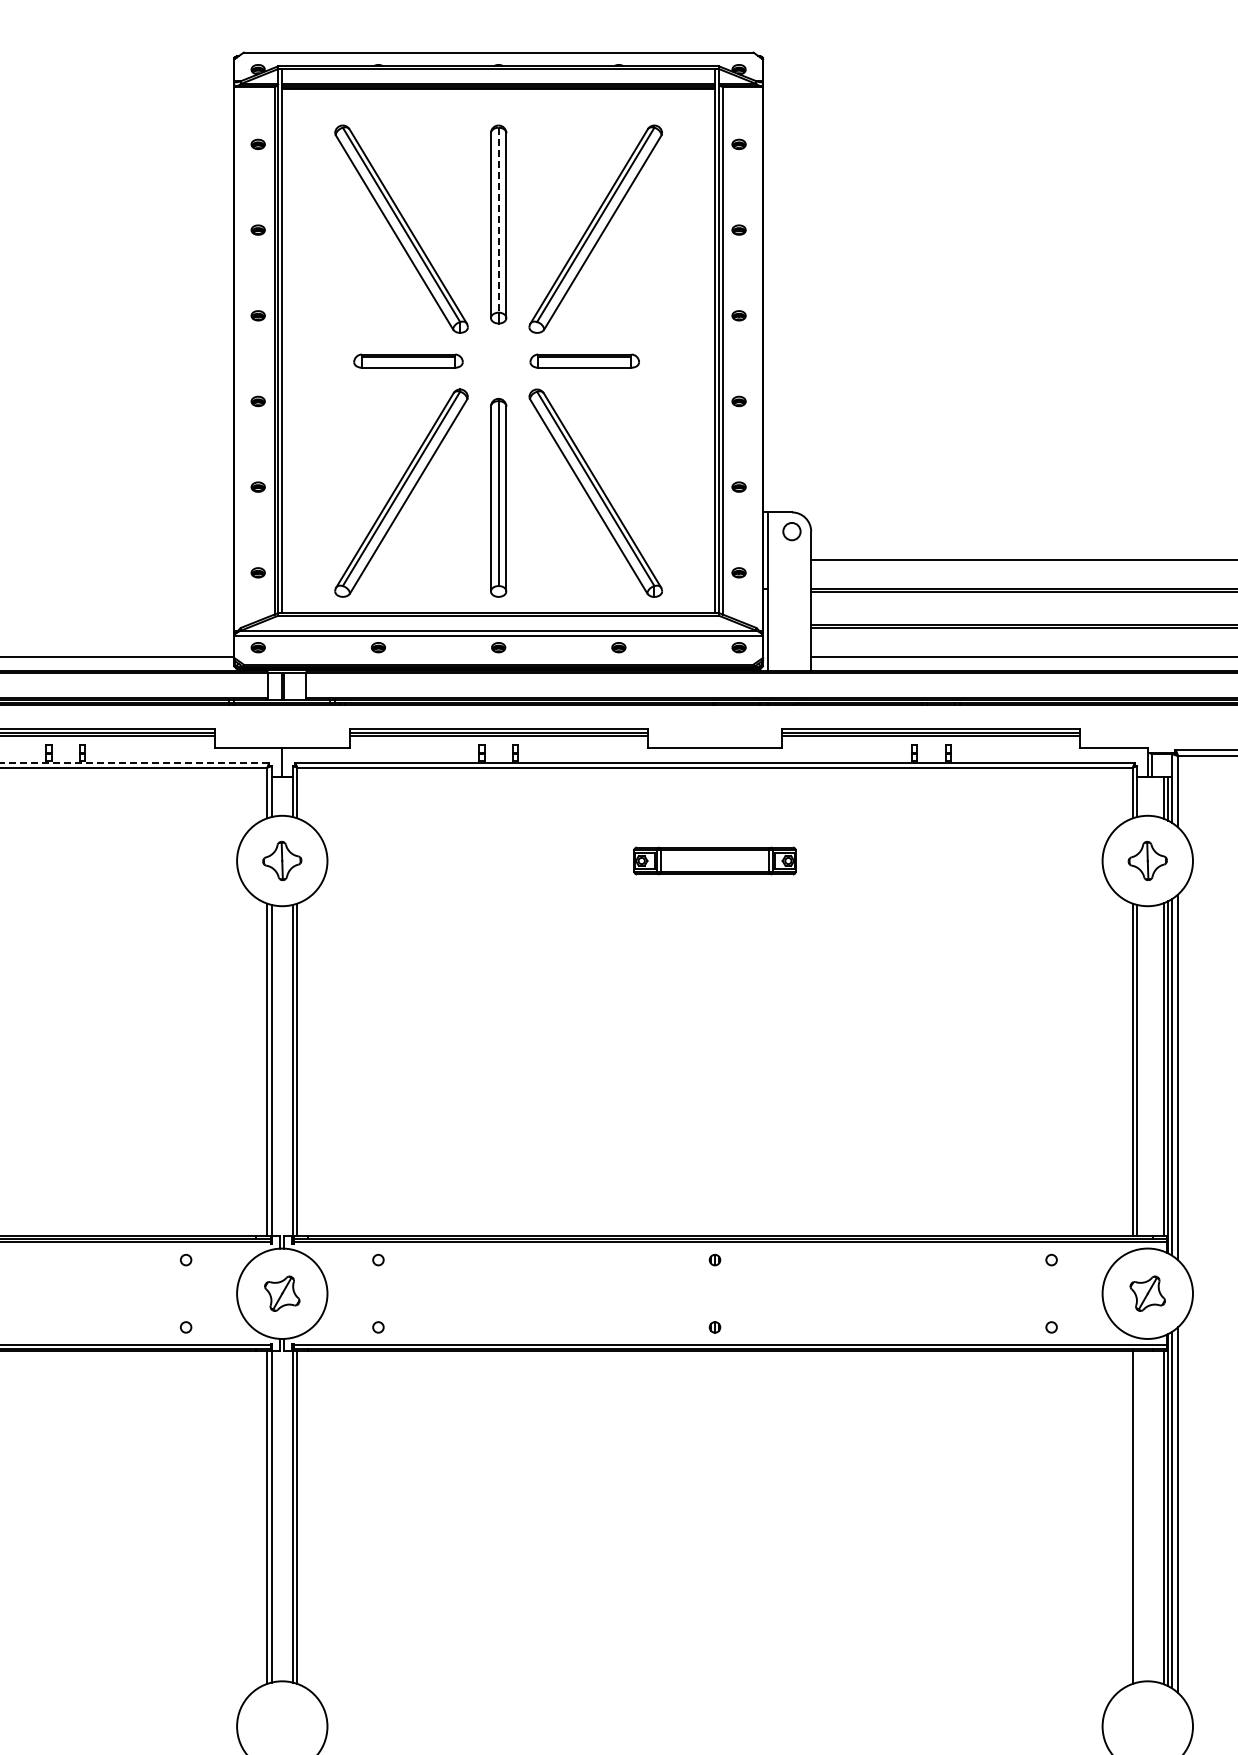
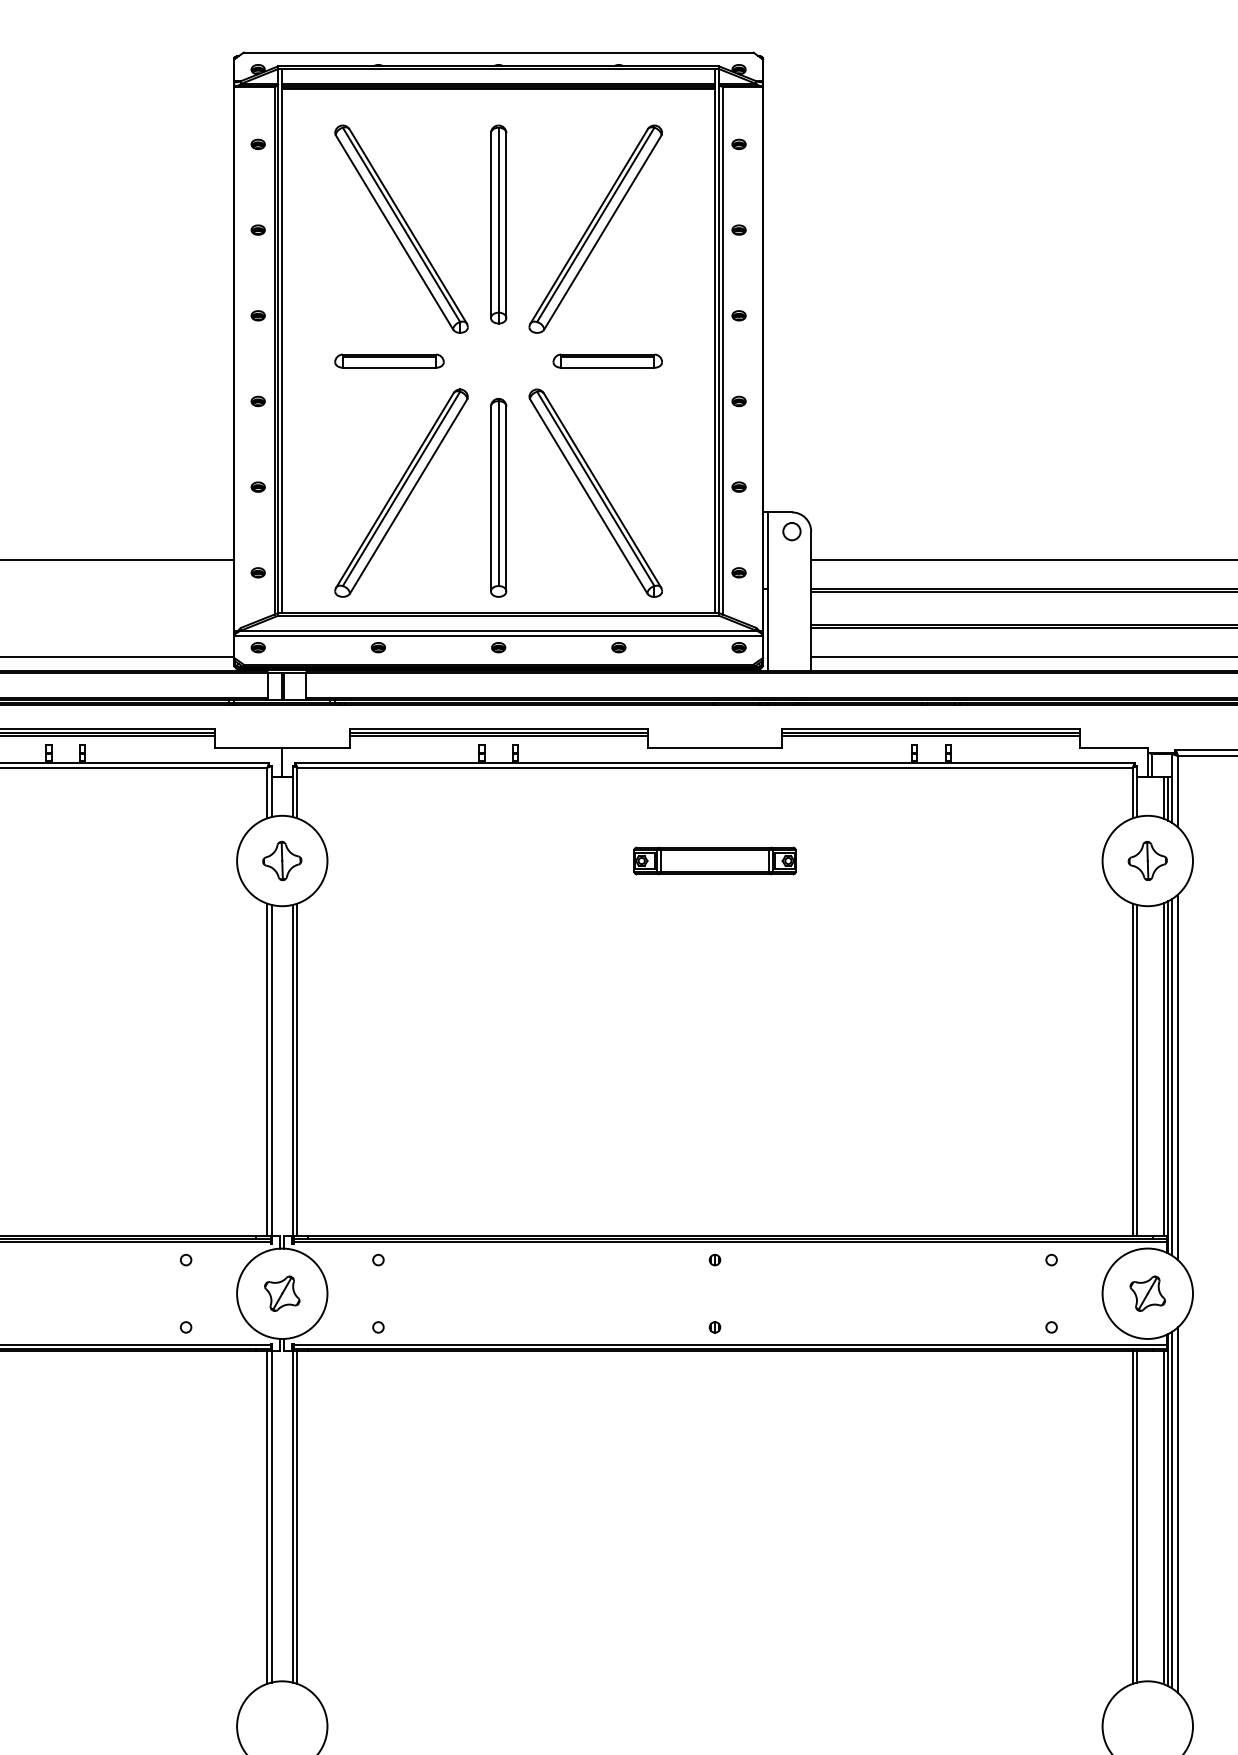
line at (498, 220): dashed -> solid
part at (408, 360) position: (408, 360) -> (389, 360)
part at (584, 360) position: (584, 360) -> (607, 360)
line at (118, 560): none -> present
line at (134, 763): dashed -> solid
line at (1137, 1516): none -> present
